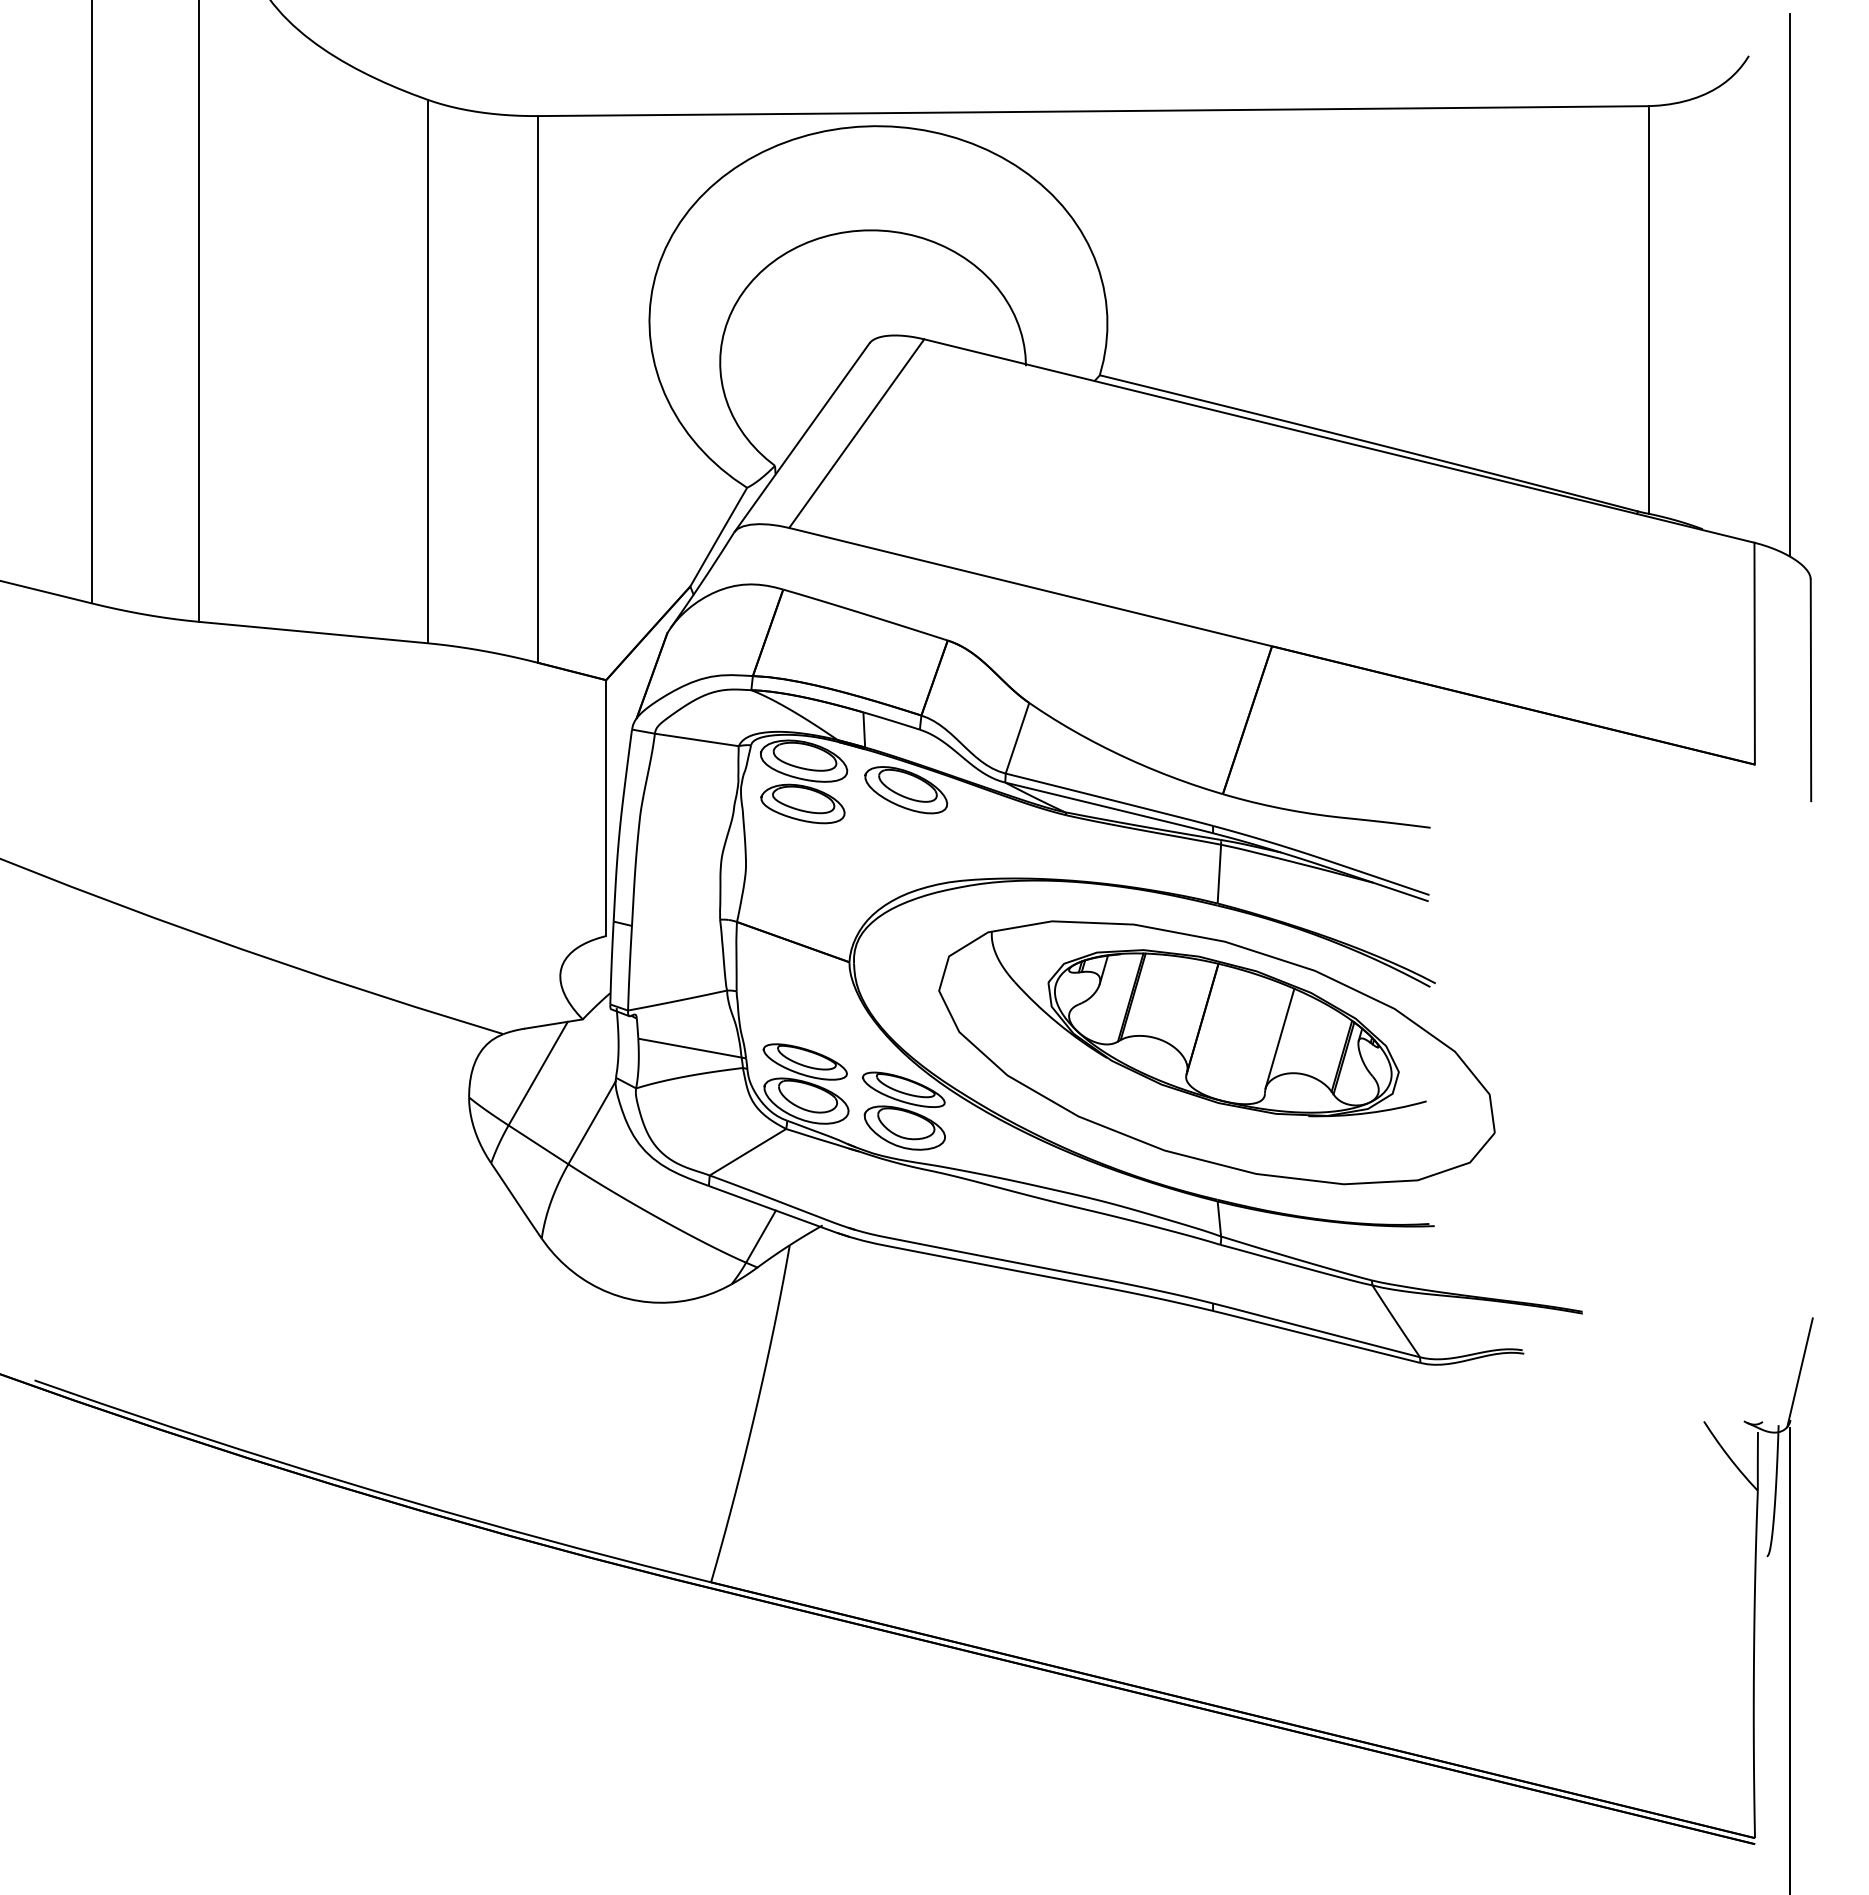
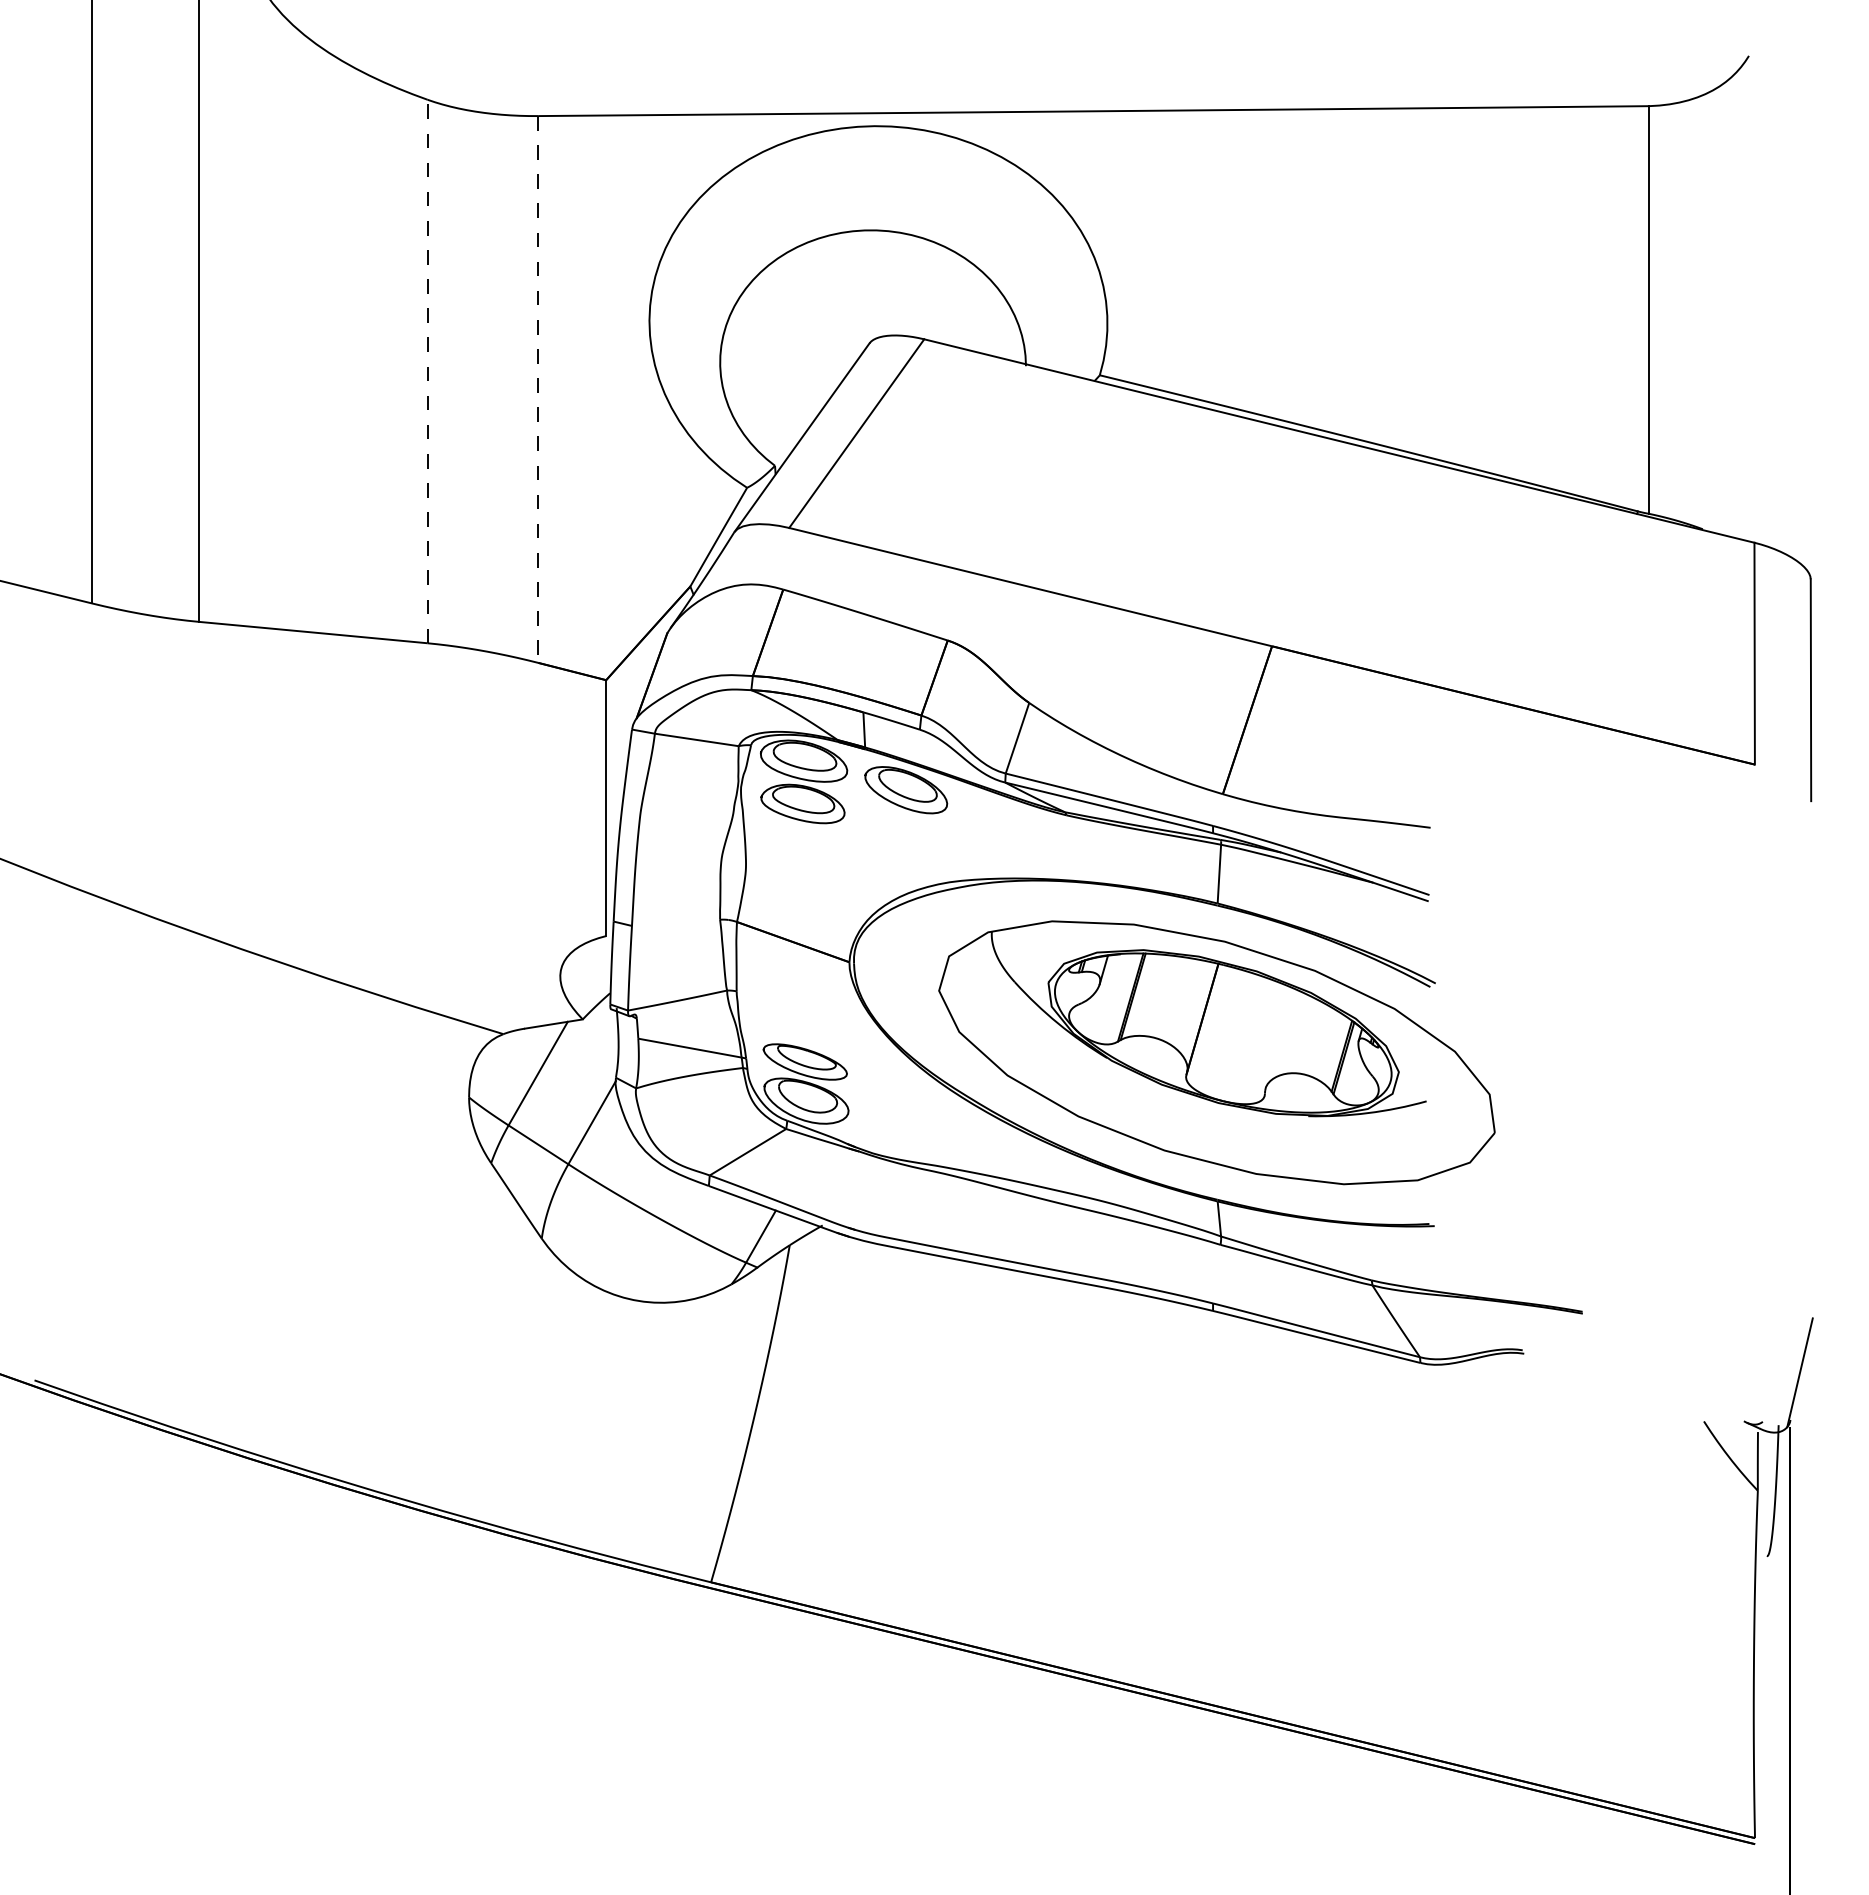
line at (1789, 284): present -> none
line at (427, 371): solid -> dashed
line at (538, 389): solid -> dashed
line at (1279, 1038): present -> none
part at (903, 1110): present -> none
